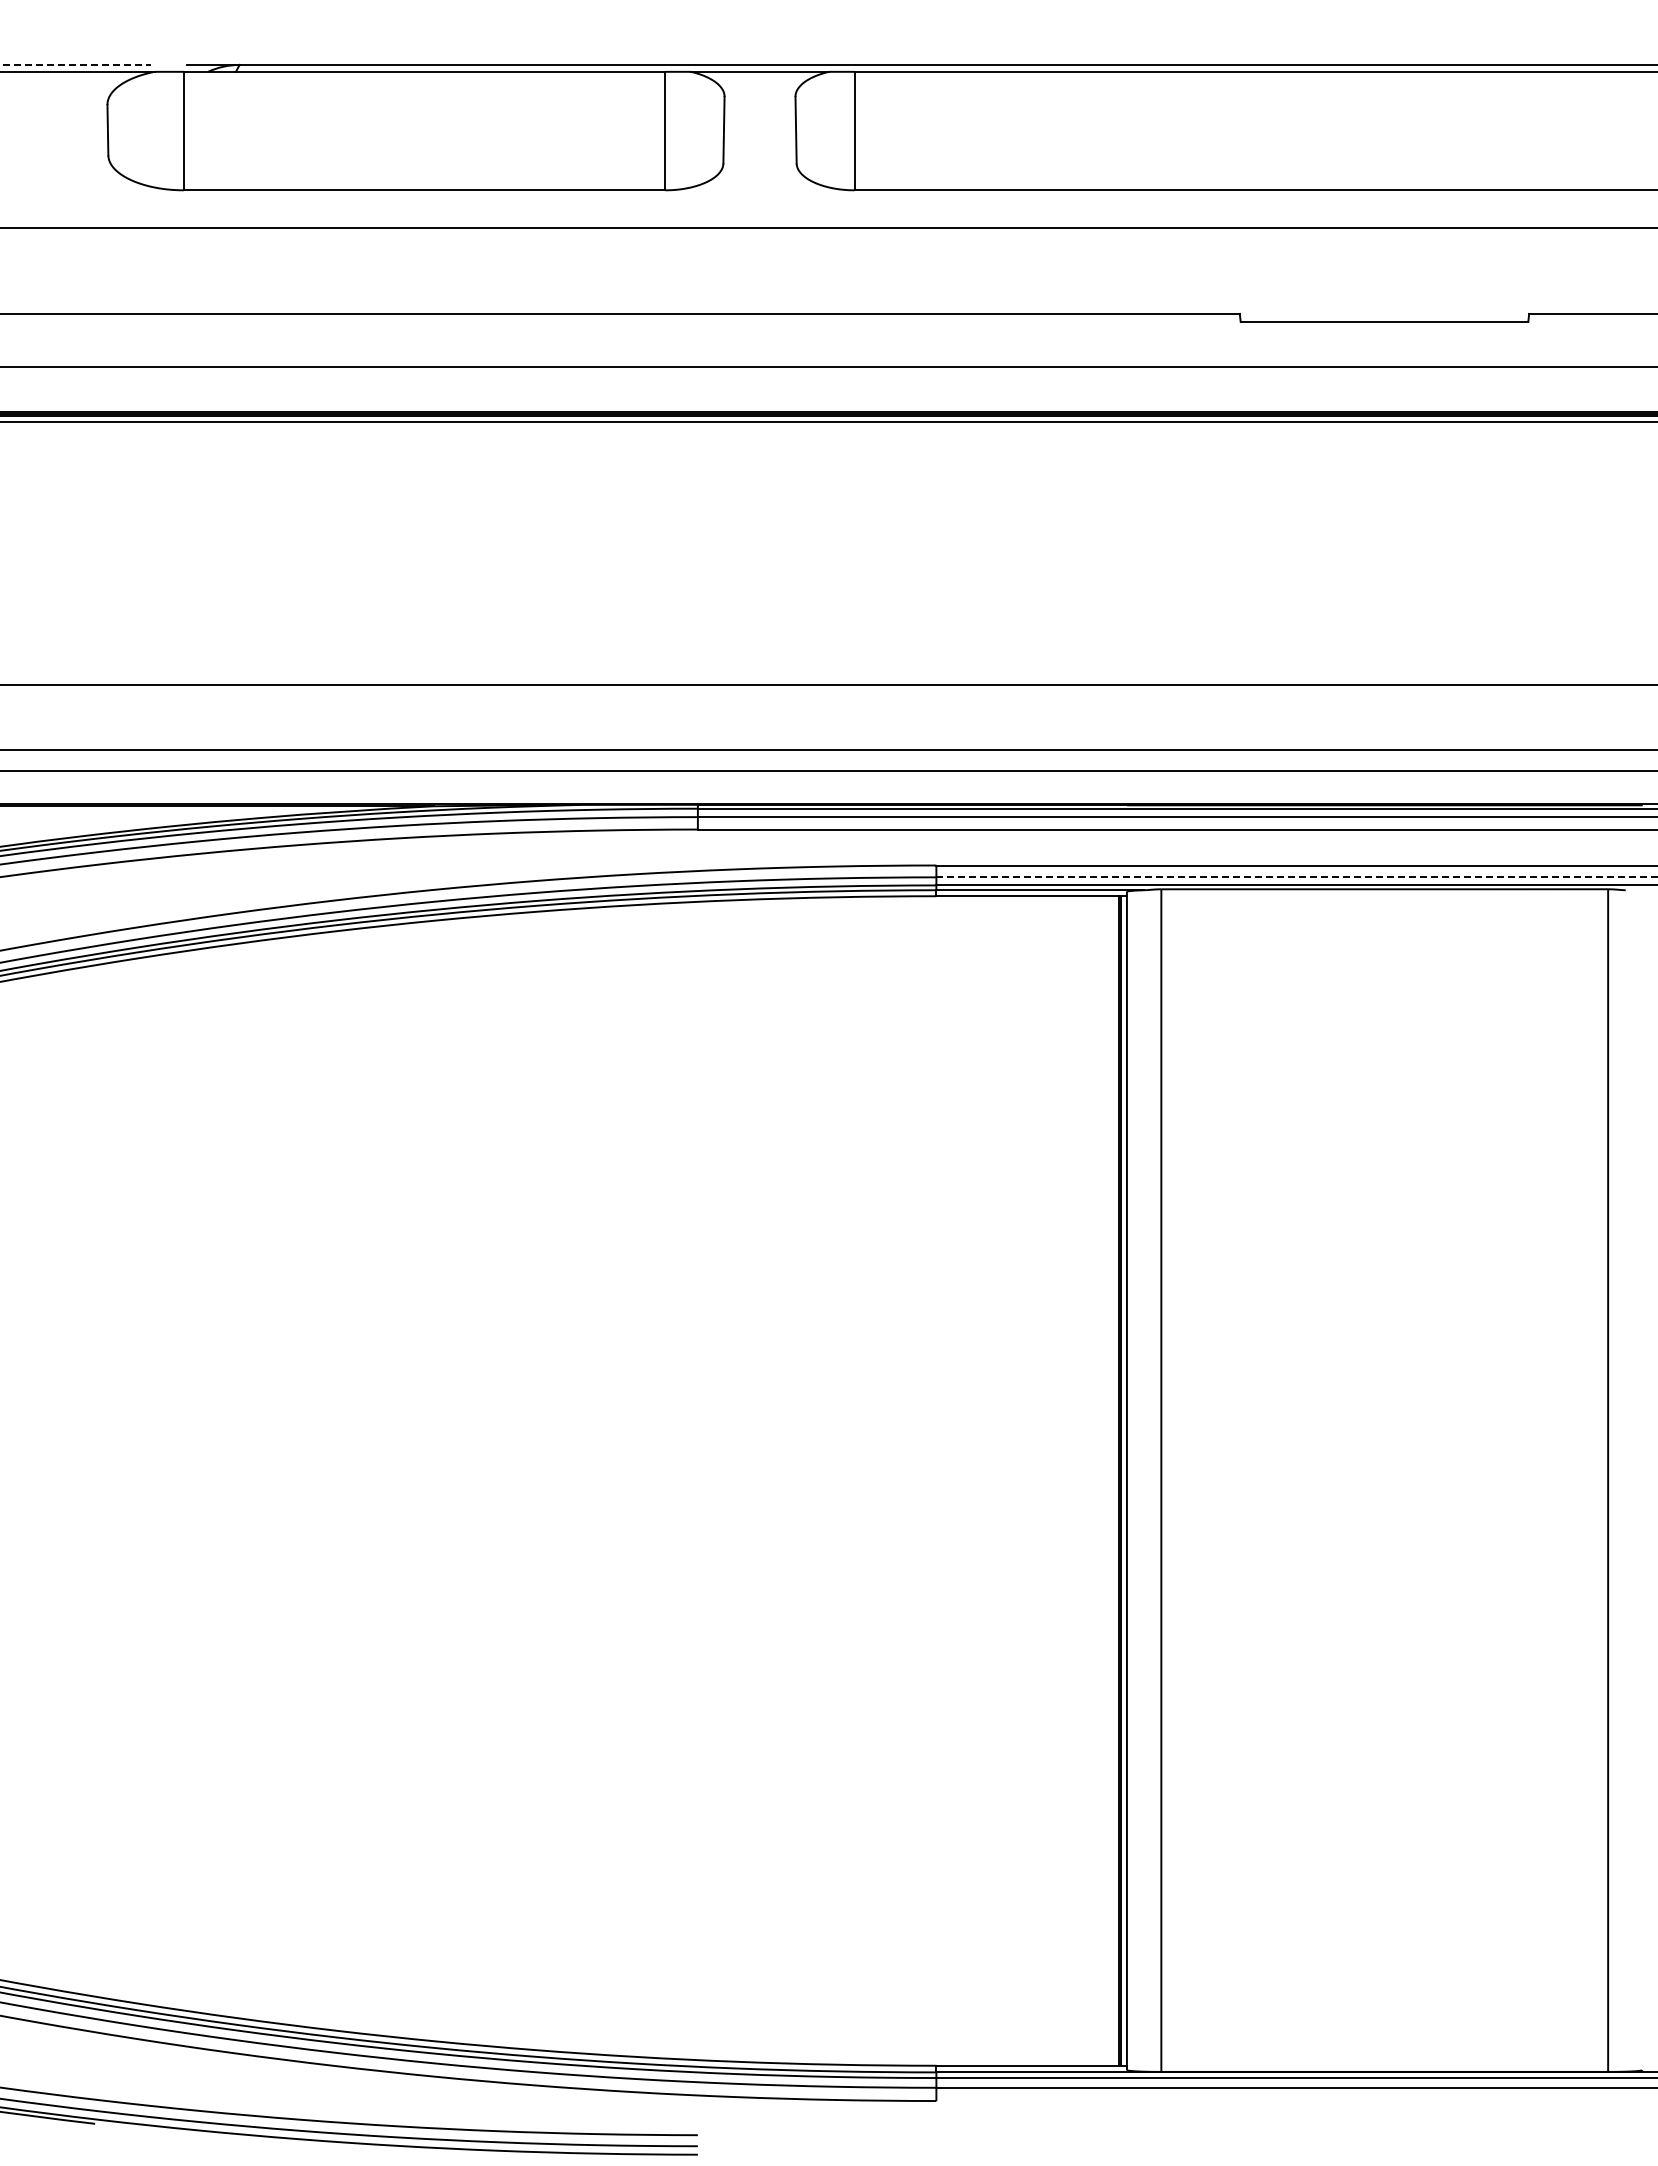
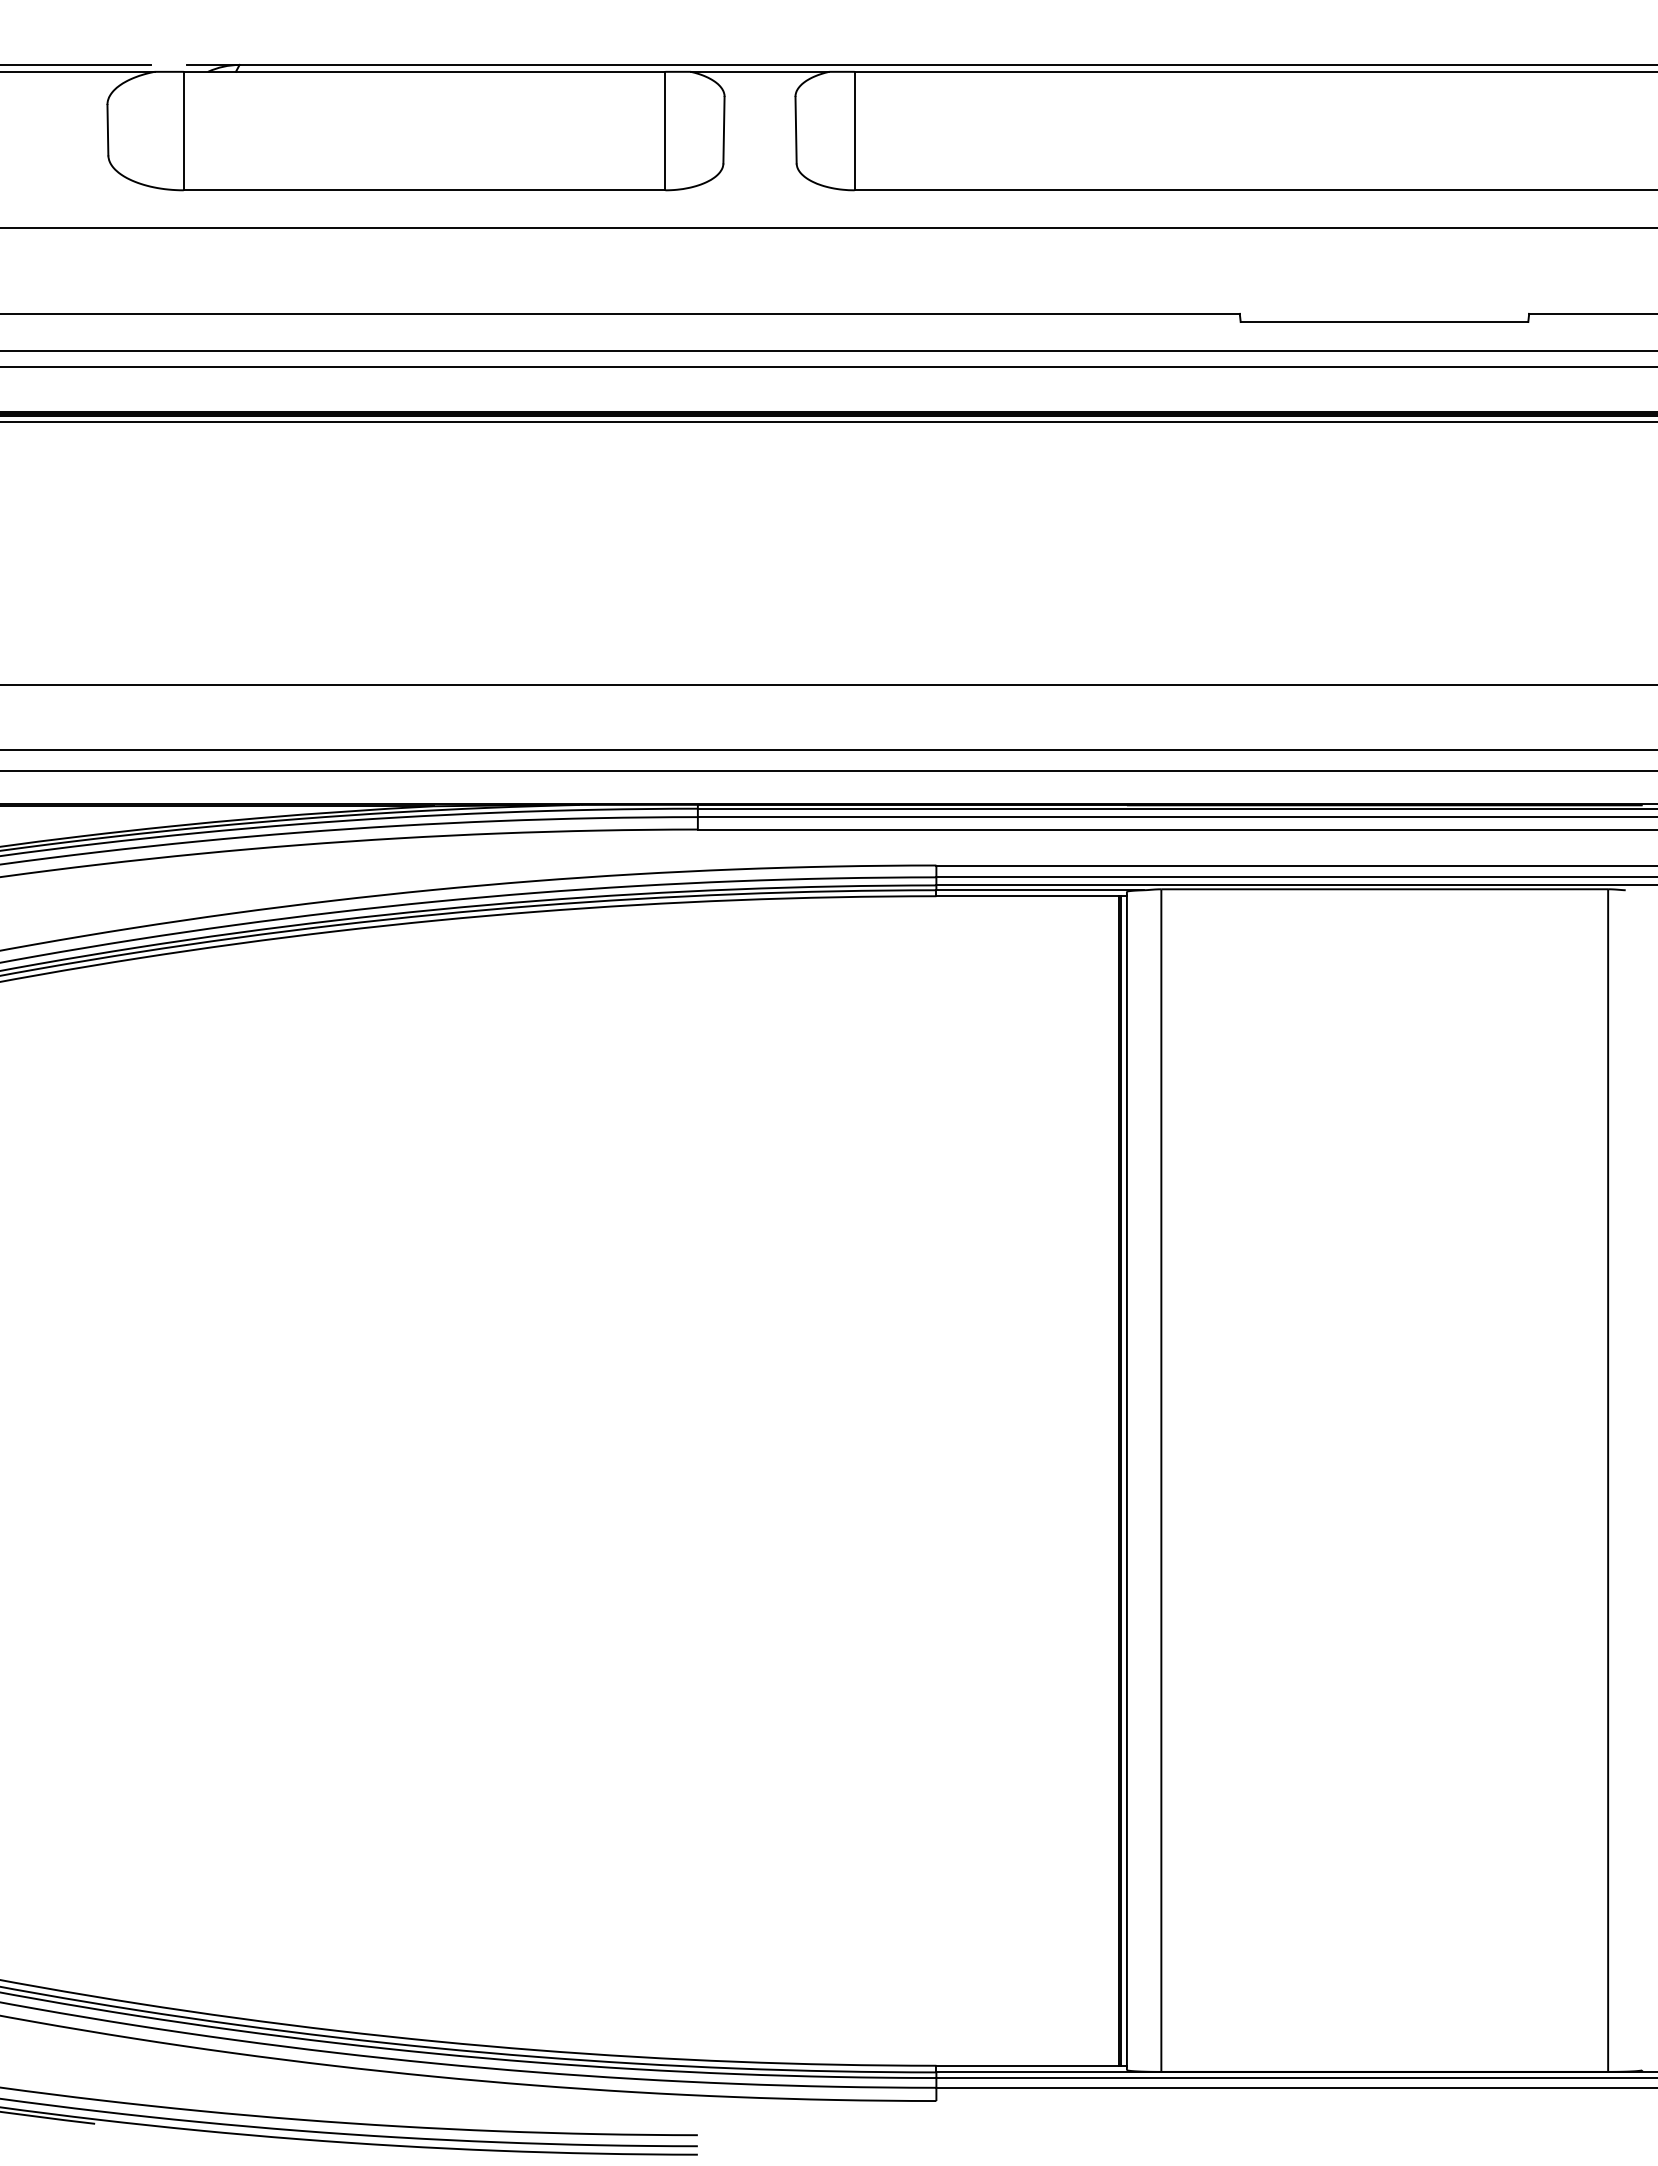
line at (76, 64): dashed -> solid
line at (828, 351): none -> present
line at (1297, 877): dashed -> solid
